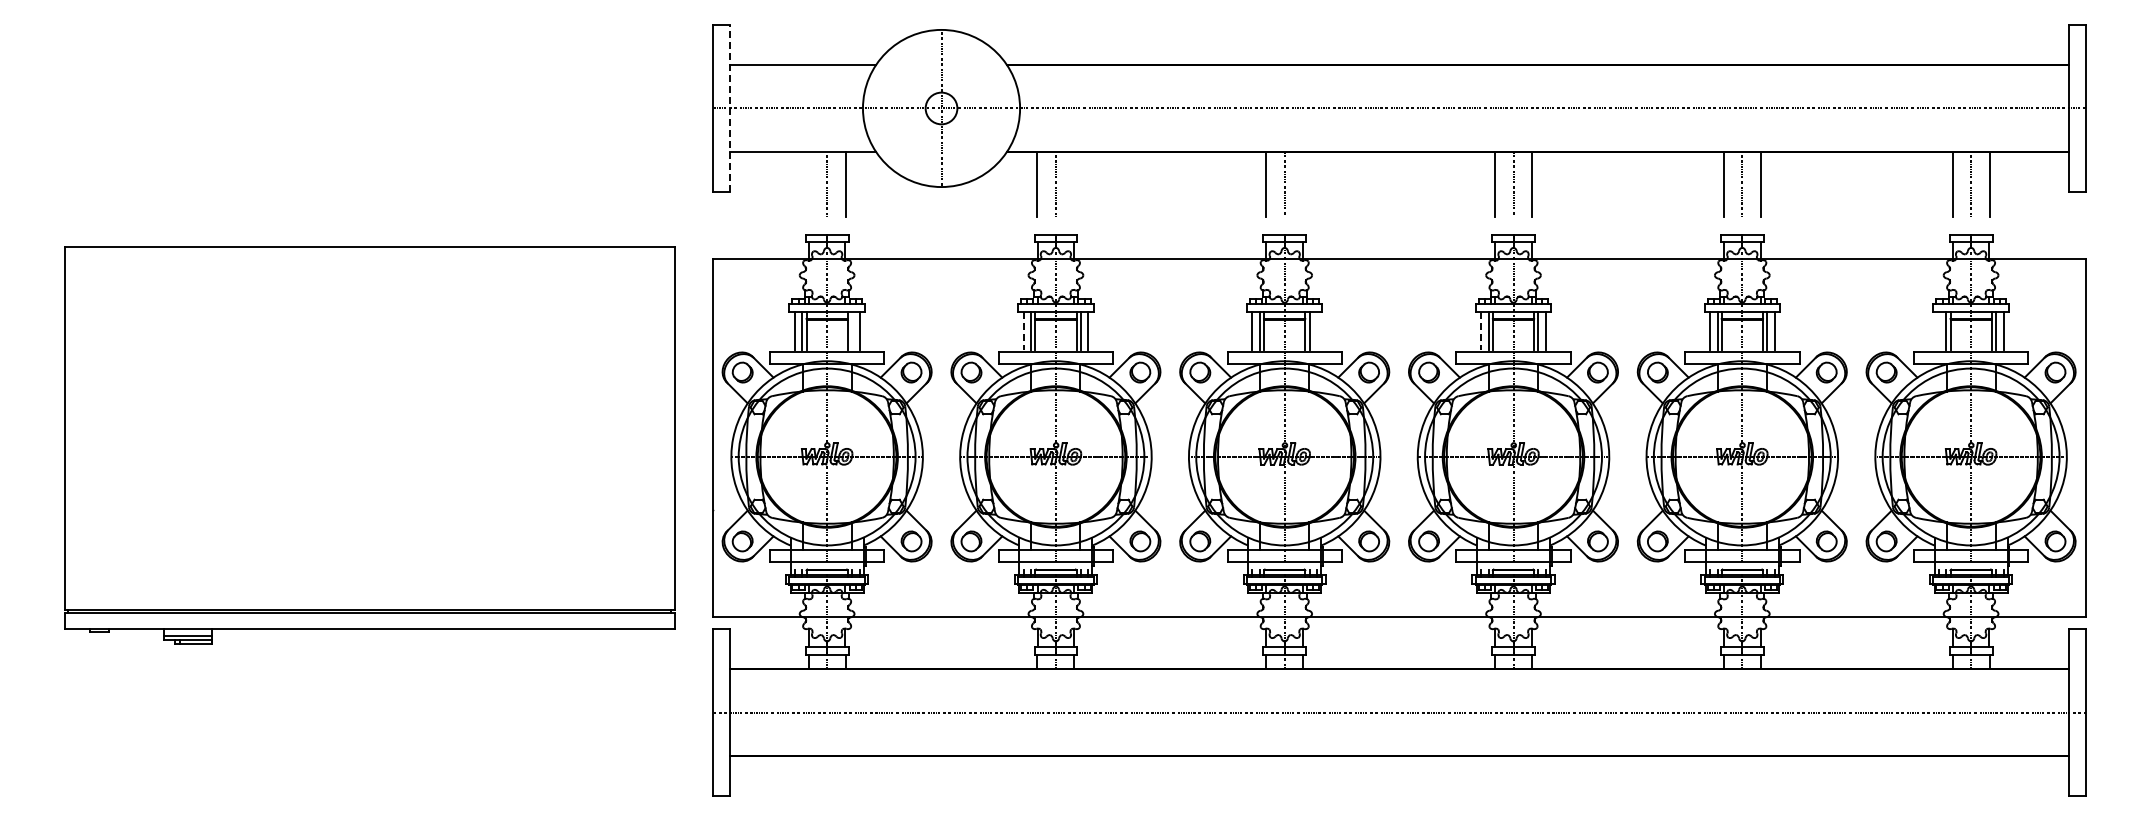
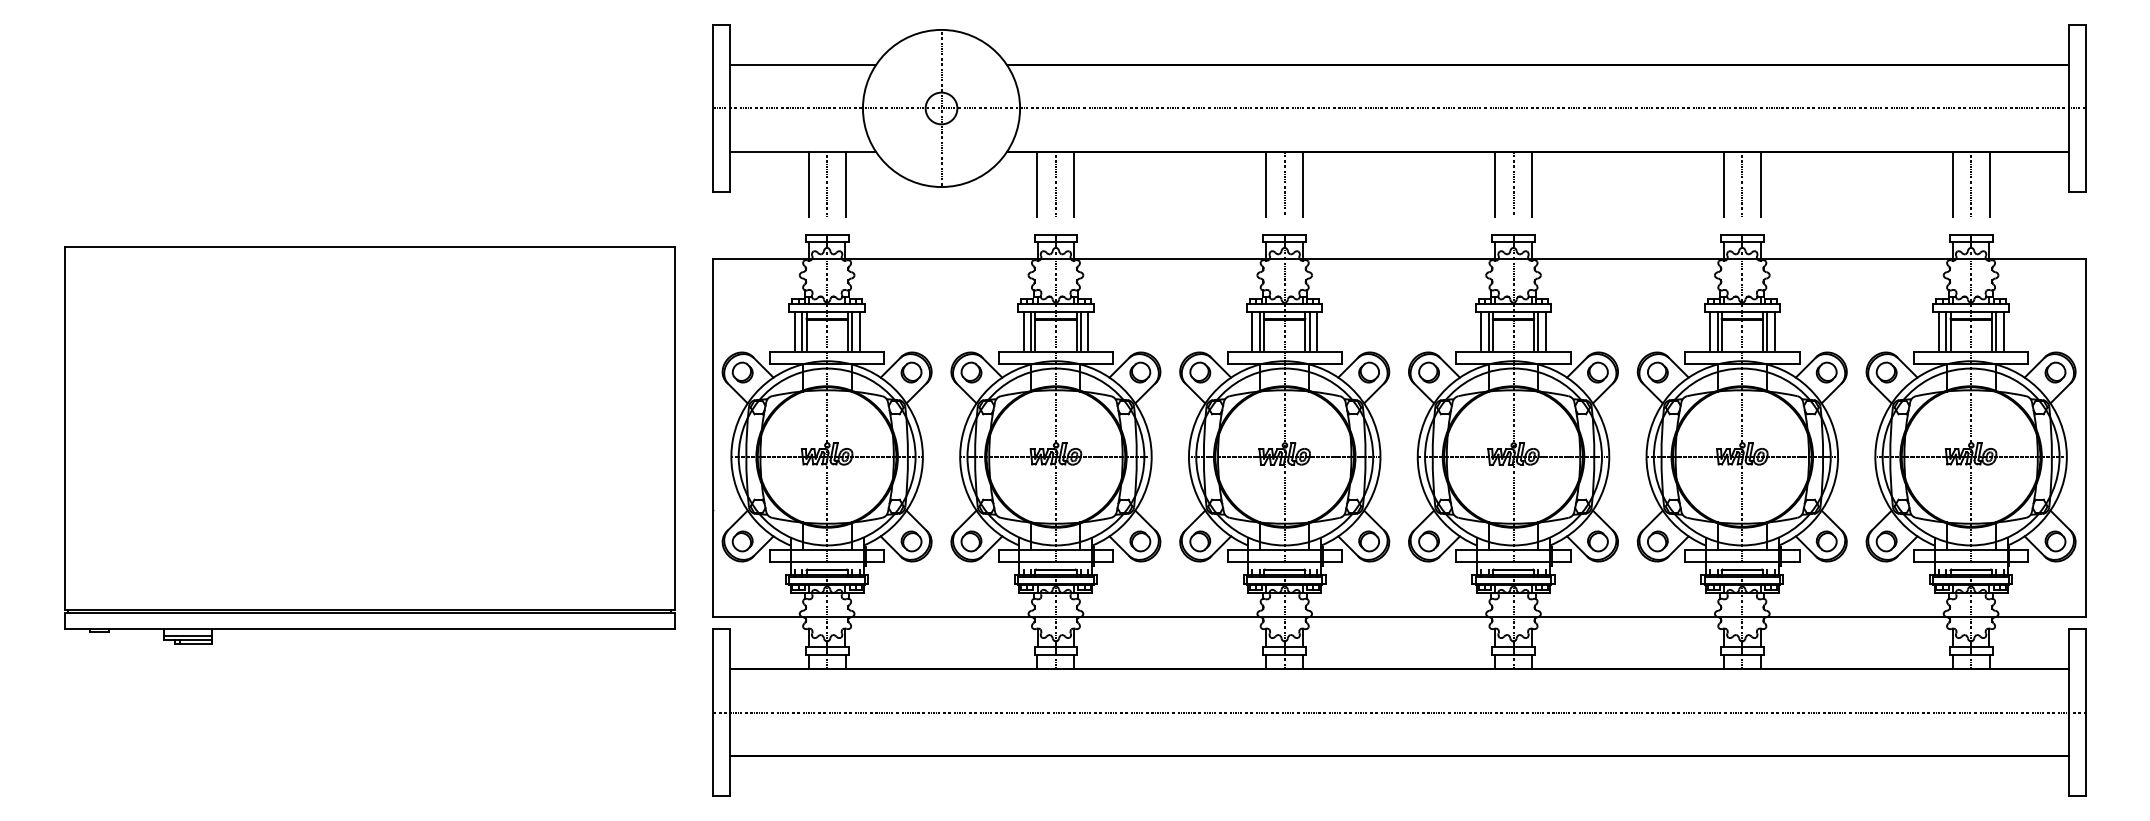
line at (729, 108): dashed -> solid
line at (808, 184): none -> present
line at (1074, 184): none -> present
line at (1303, 184): none -> present
line at (851, 331): none -> present
line at (1023, 331): dashed -> solid
line at (1317, 331): none -> present
line at (1481, 331): dashed -> solid
line at (1938, 331): none -> present
